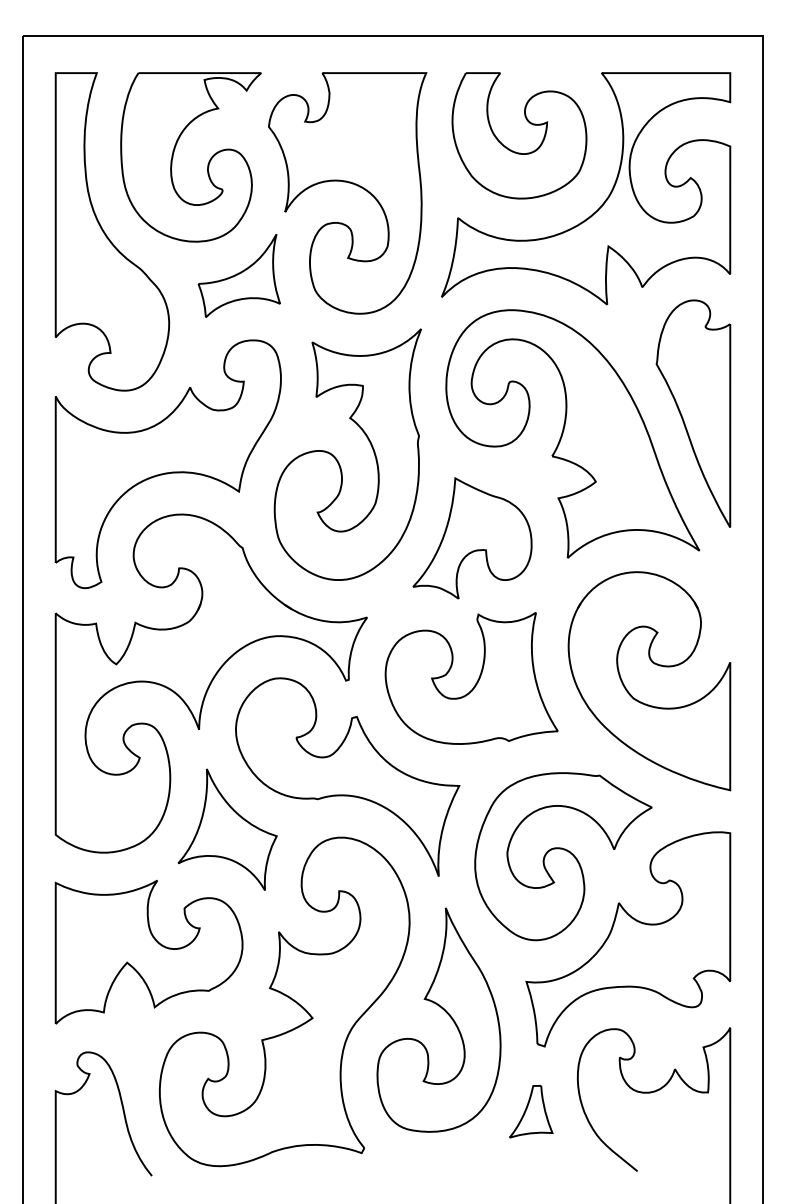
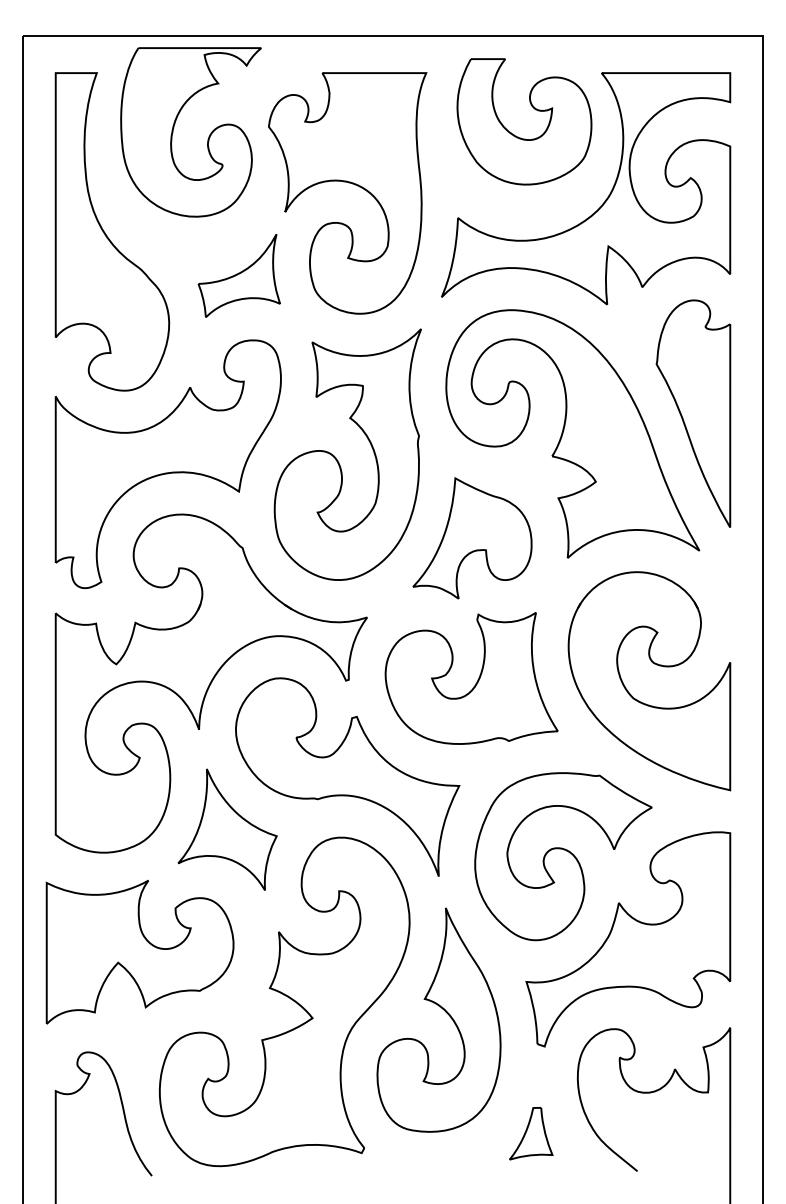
part at (529, 123) position: (529, 123) -> (534, 109)
part at (174, 152) position: (174, 152) -> (174, 127)
part at (148, 952) position: (148, 952) -> (139, 952)
part at (531, 1111) position: (531, 1111) -> (531, 1133)
